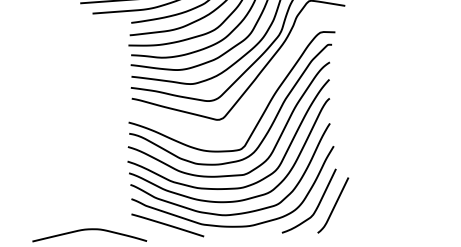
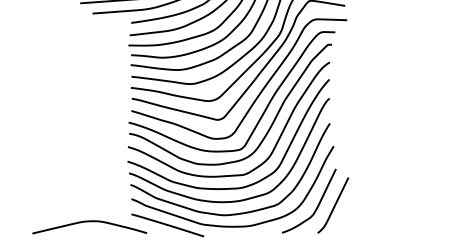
curve at (259, 92): none -> present
curve at (89, 230) position: (89, 230) -> (89, 222)
